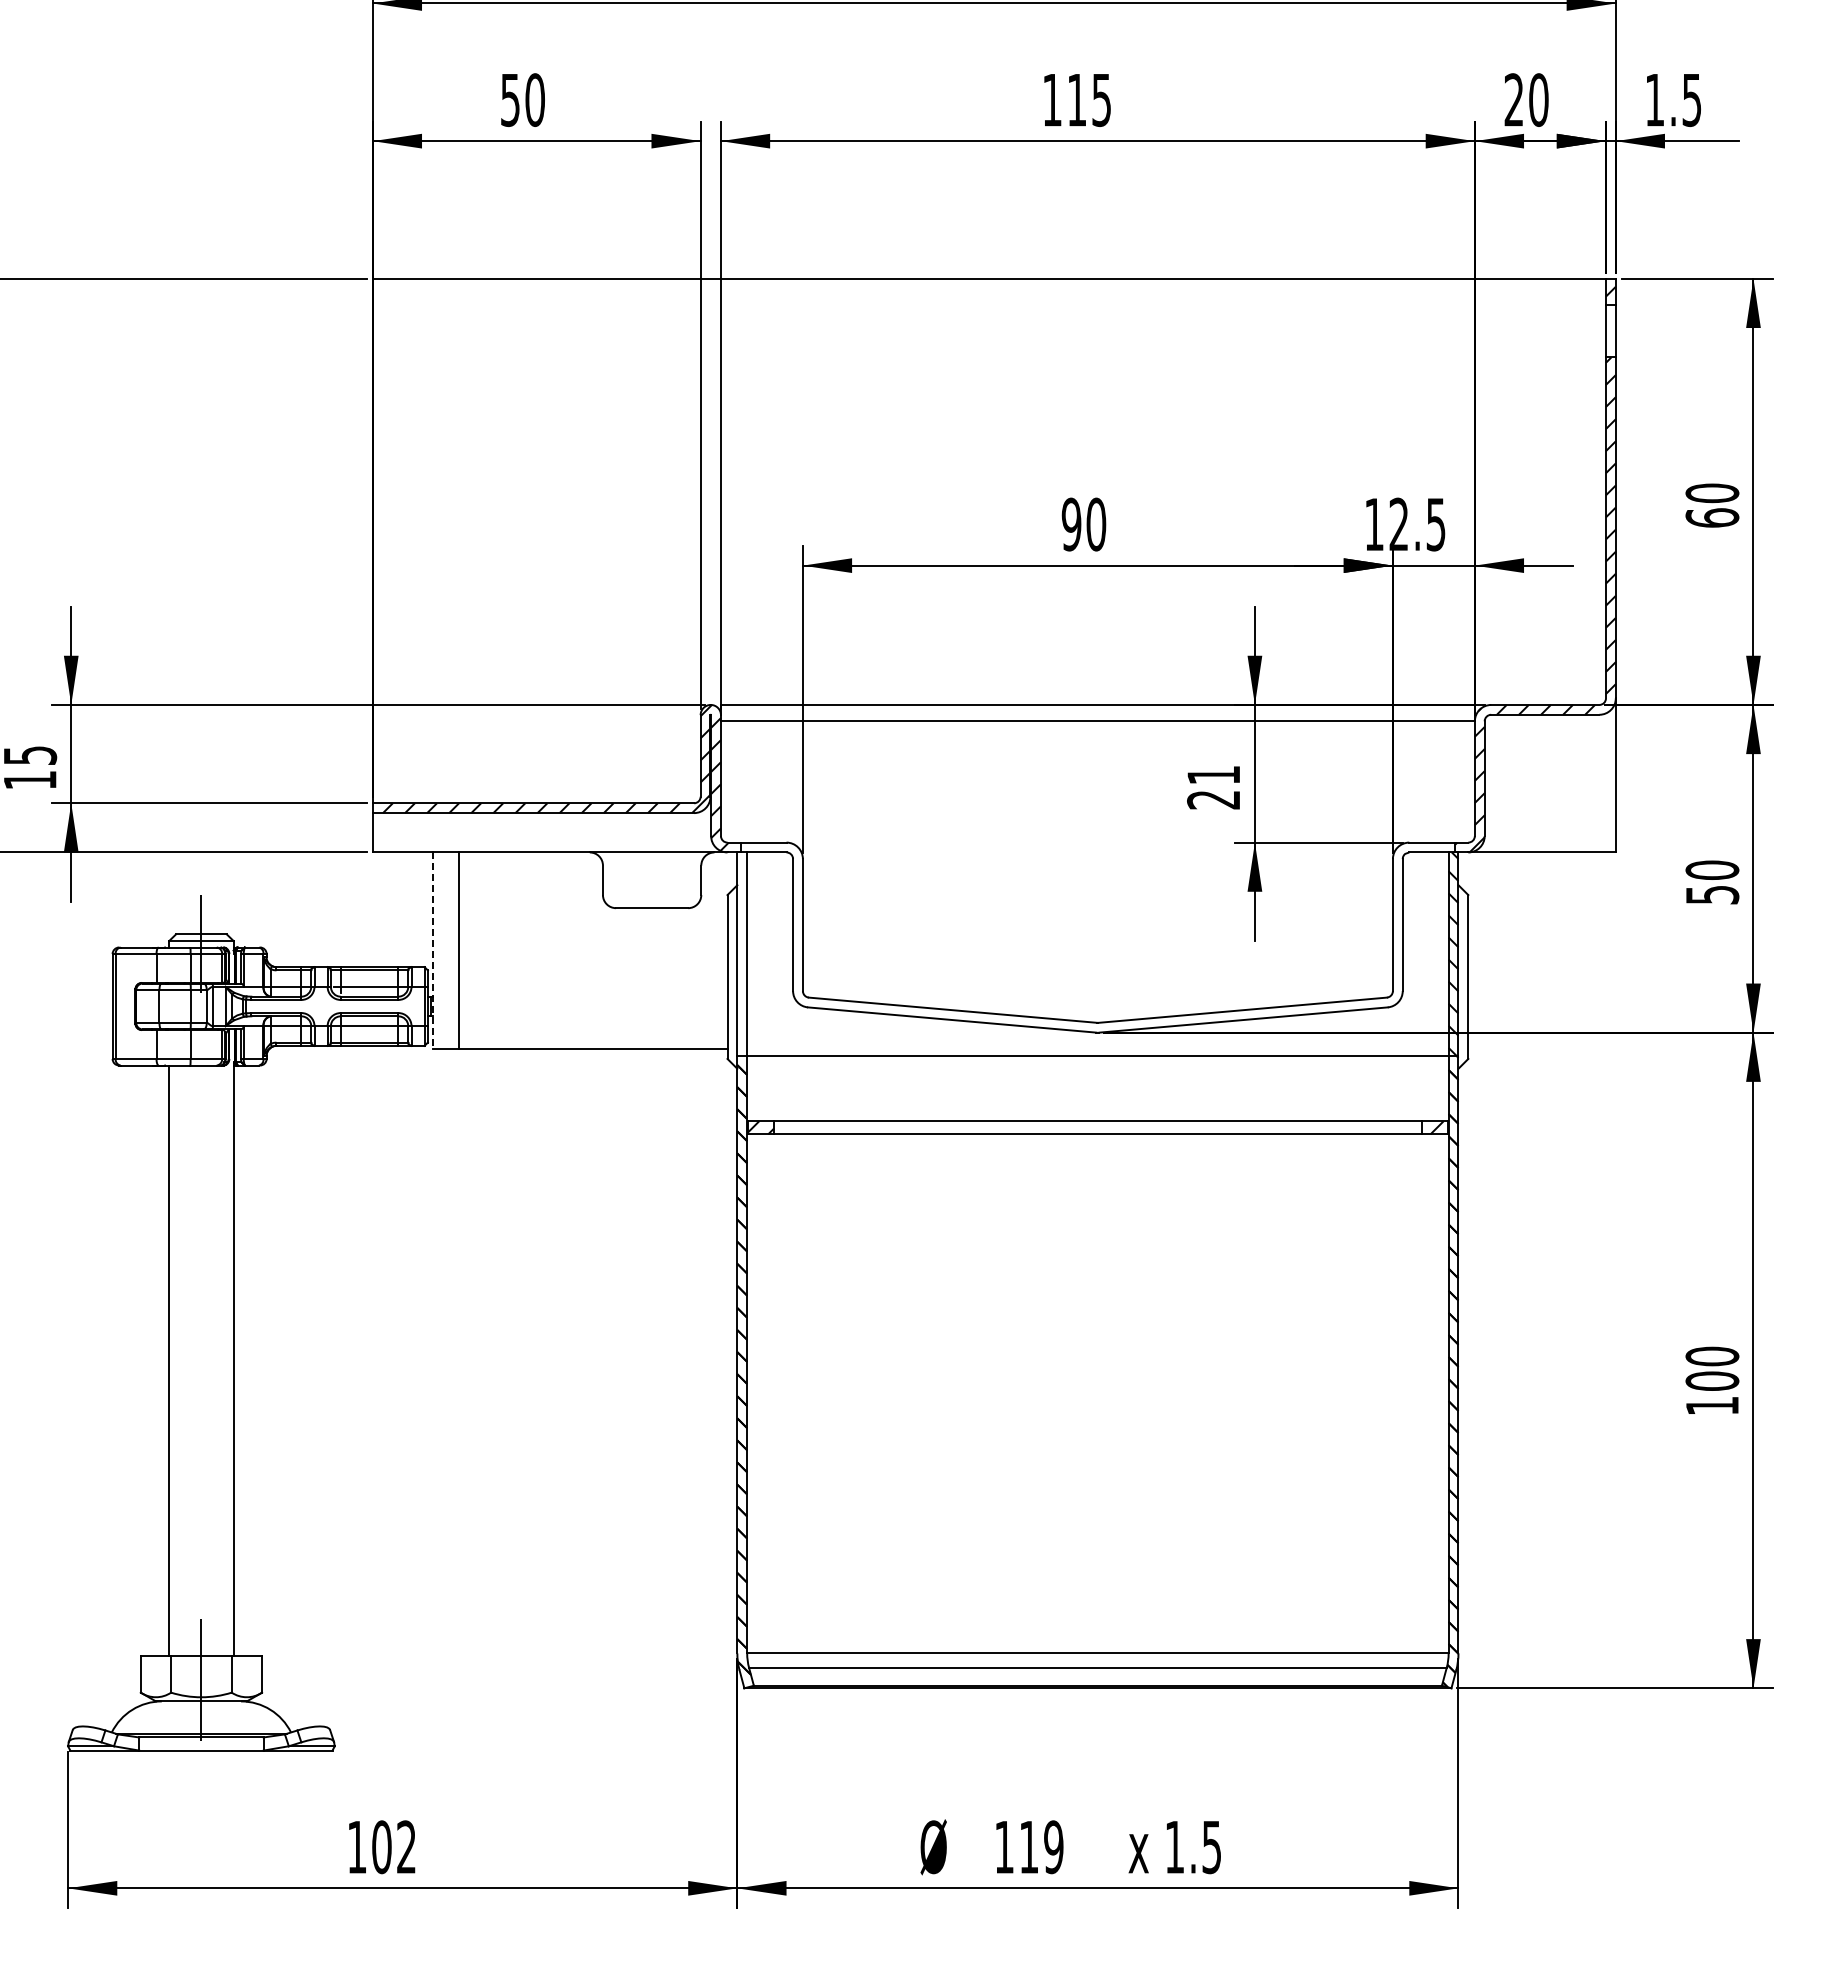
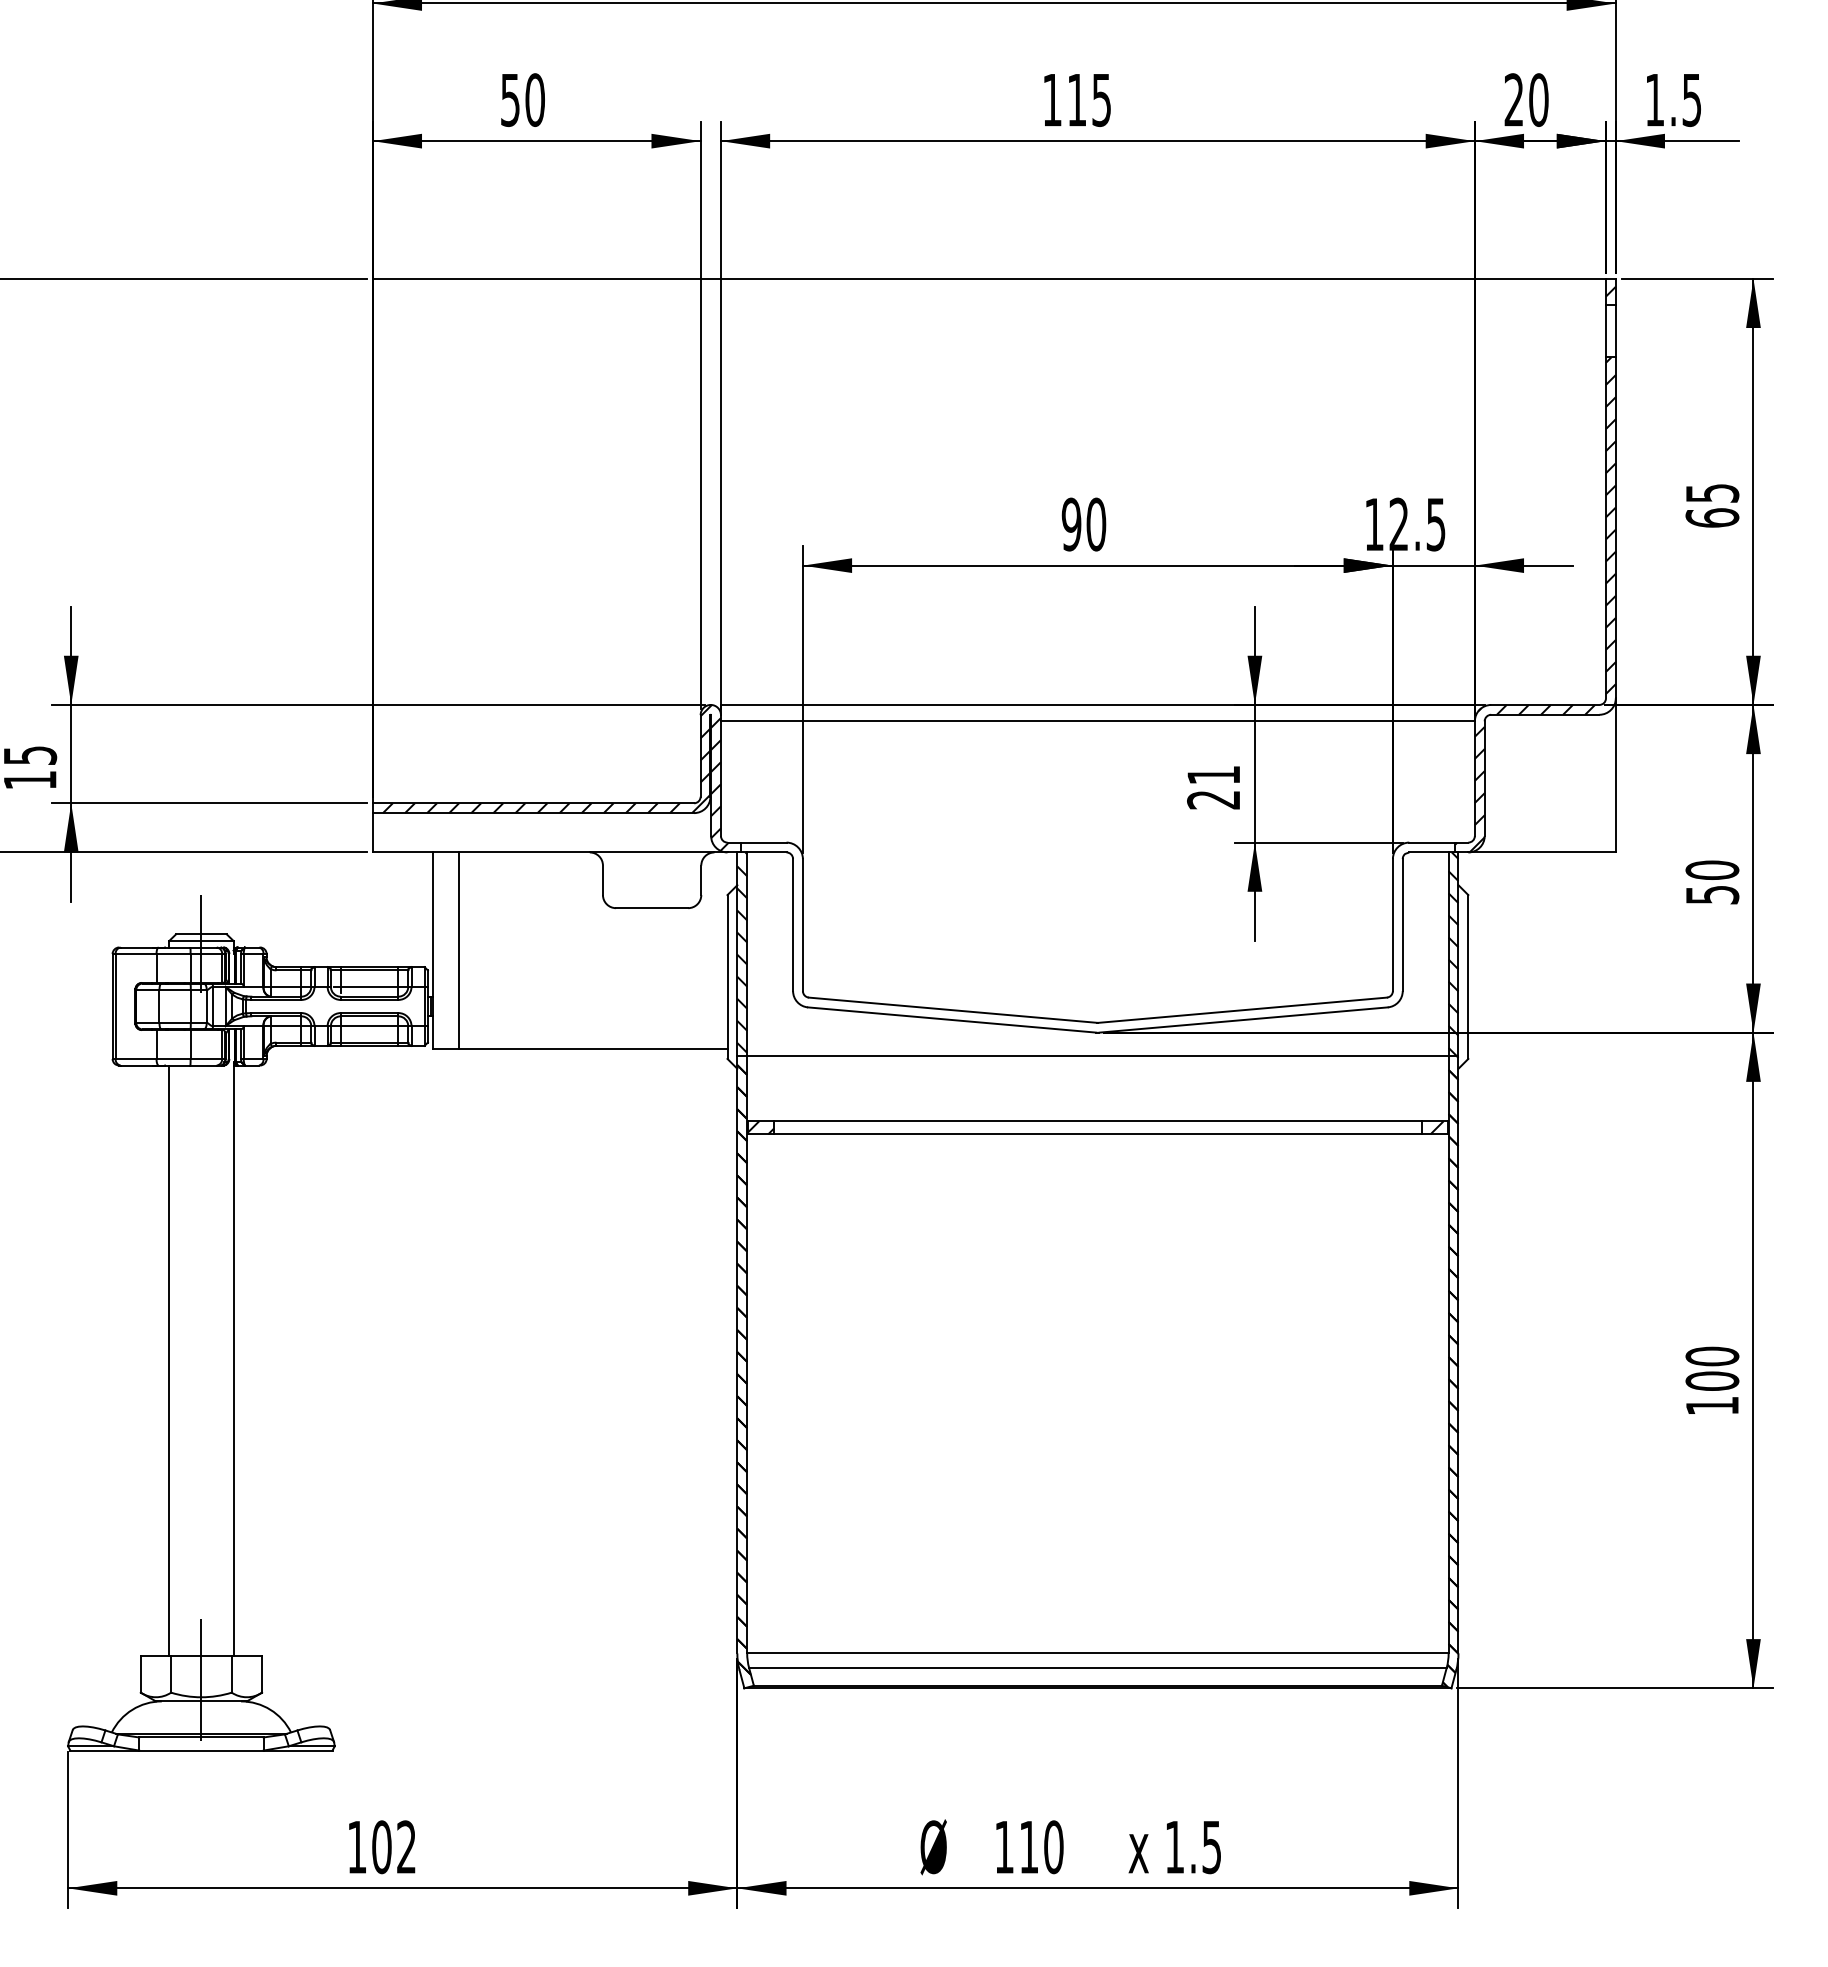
text at (1712, 493): 60 -> 65
line at (432, 951): dashed -> solid
hatch at (742, 952): none -> present
text at (1053, 1847): 119 -> 110
